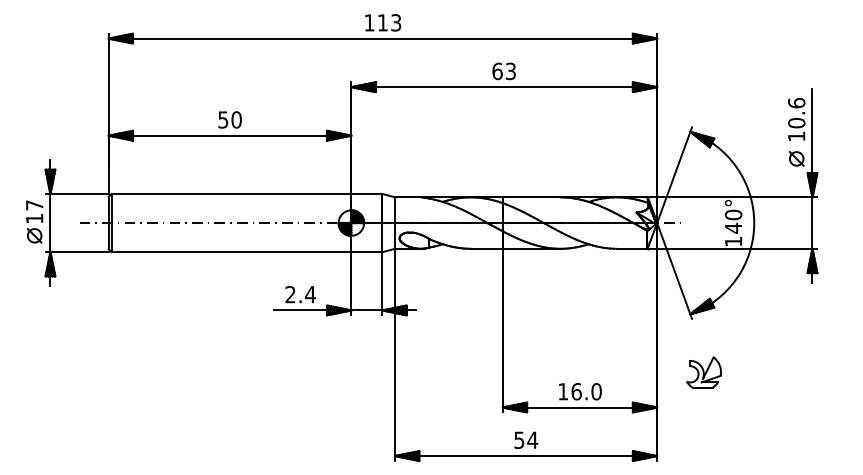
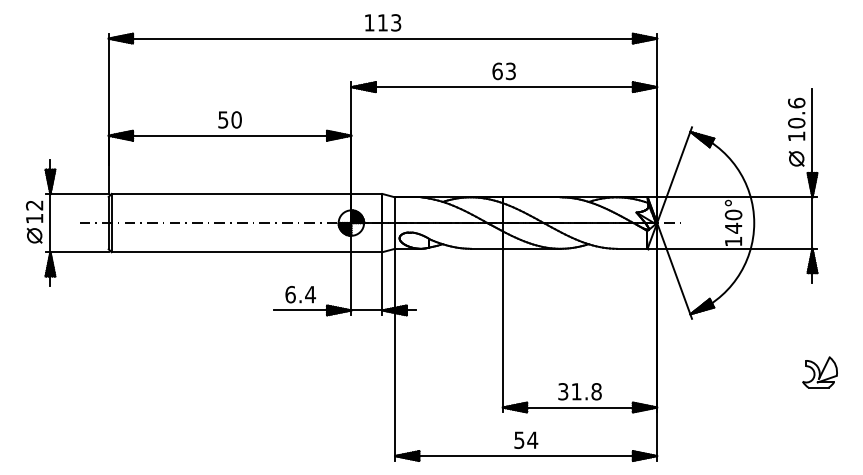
text at (34, 205): 17 -> 12
text at (290, 294): 2.4 -> 6.4
part at (703, 372) position: (703, 372) -> (819, 372)
text at (579, 391): 16.0 -> 31.8
